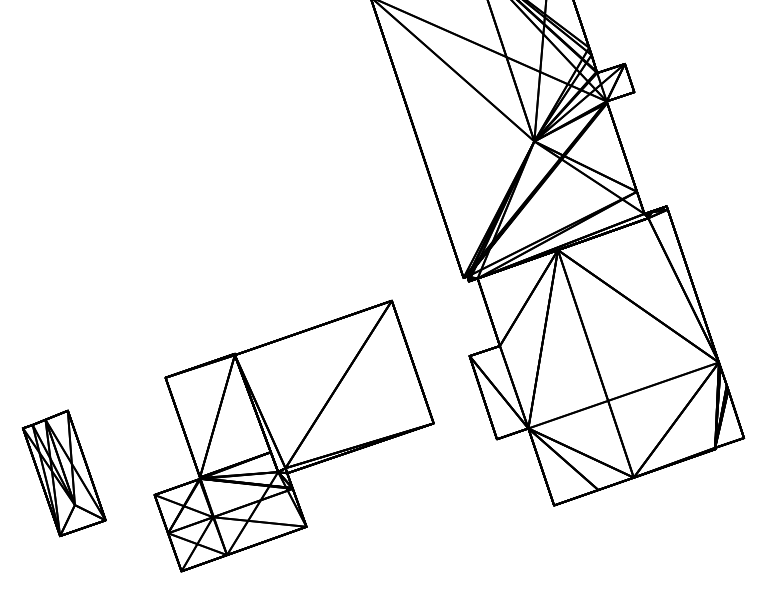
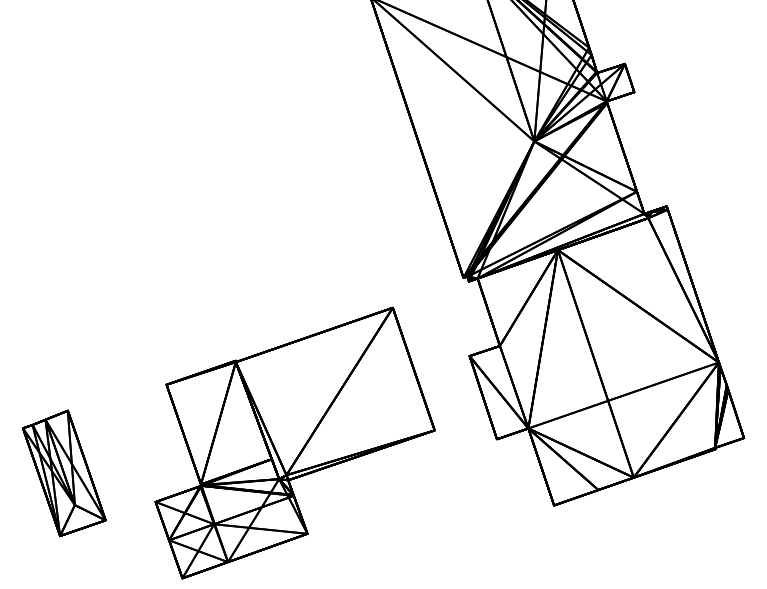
part at (293, 435) position: (293, 435) -> (294, 442)
